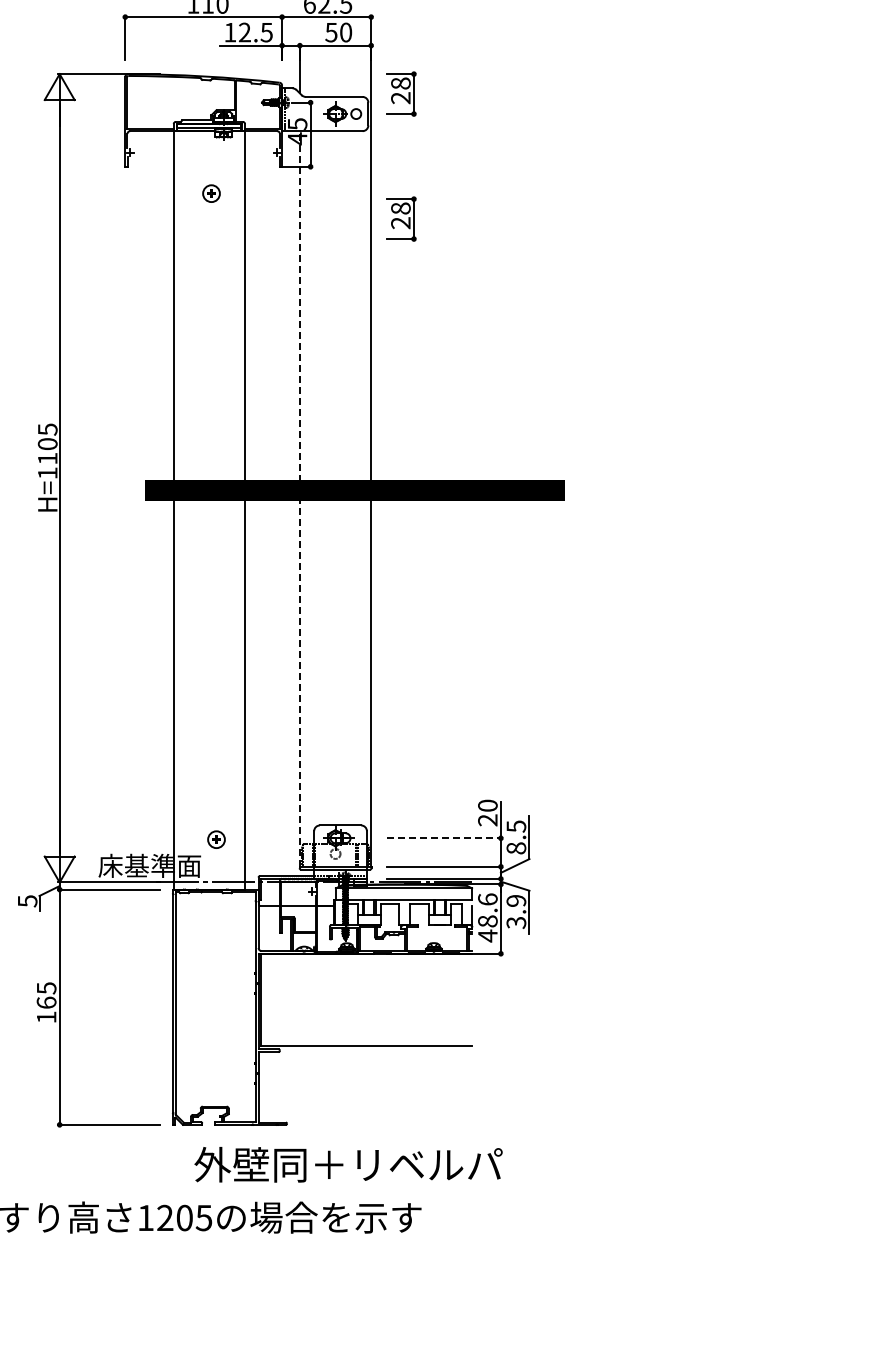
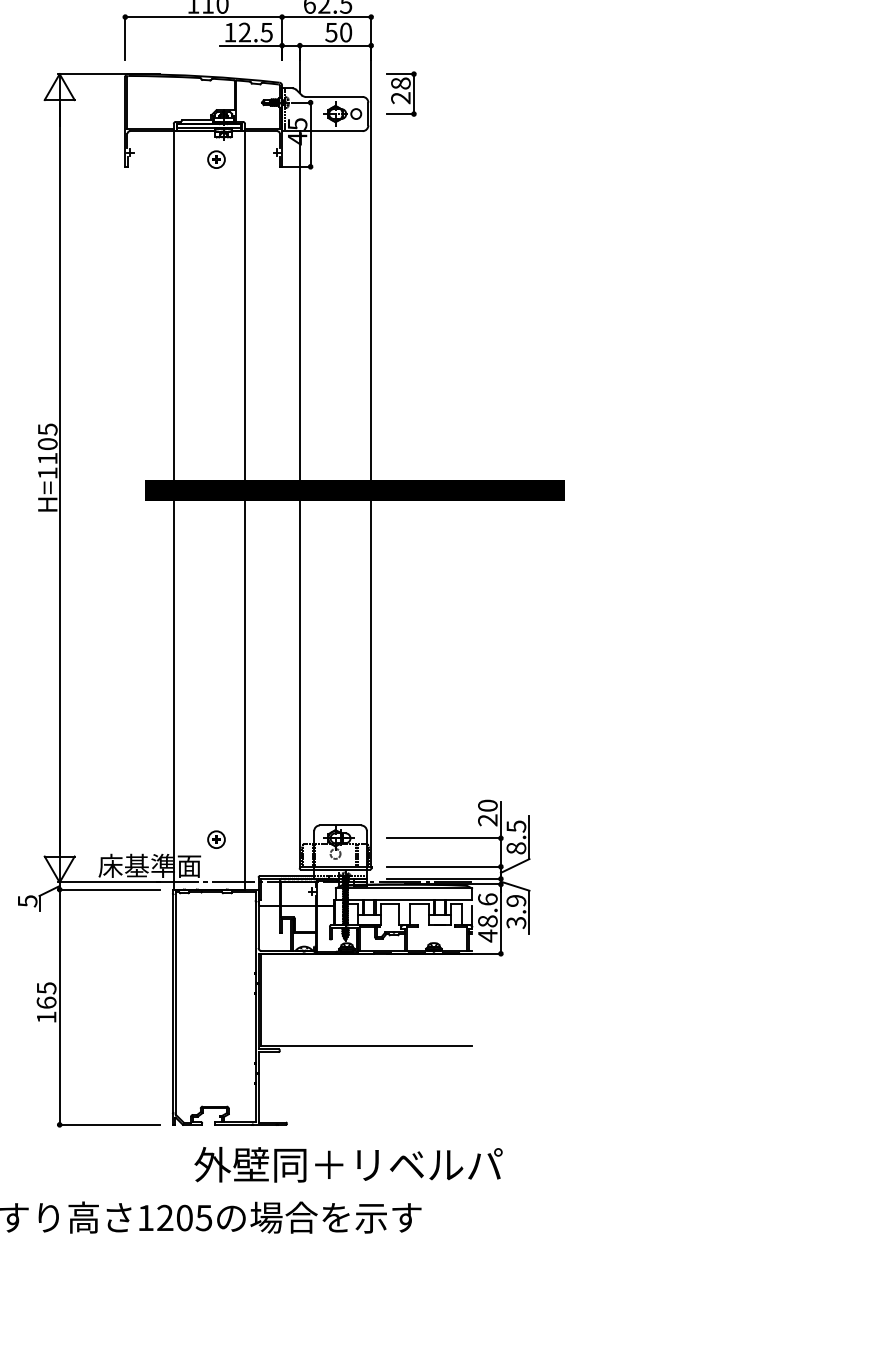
part at (211, 193) position: (211, 193) -> (216, 159)
part at (401, 218): present -> none
line at (299, 498): dashed -> solid
line at (444, 838): dashed -> solid
